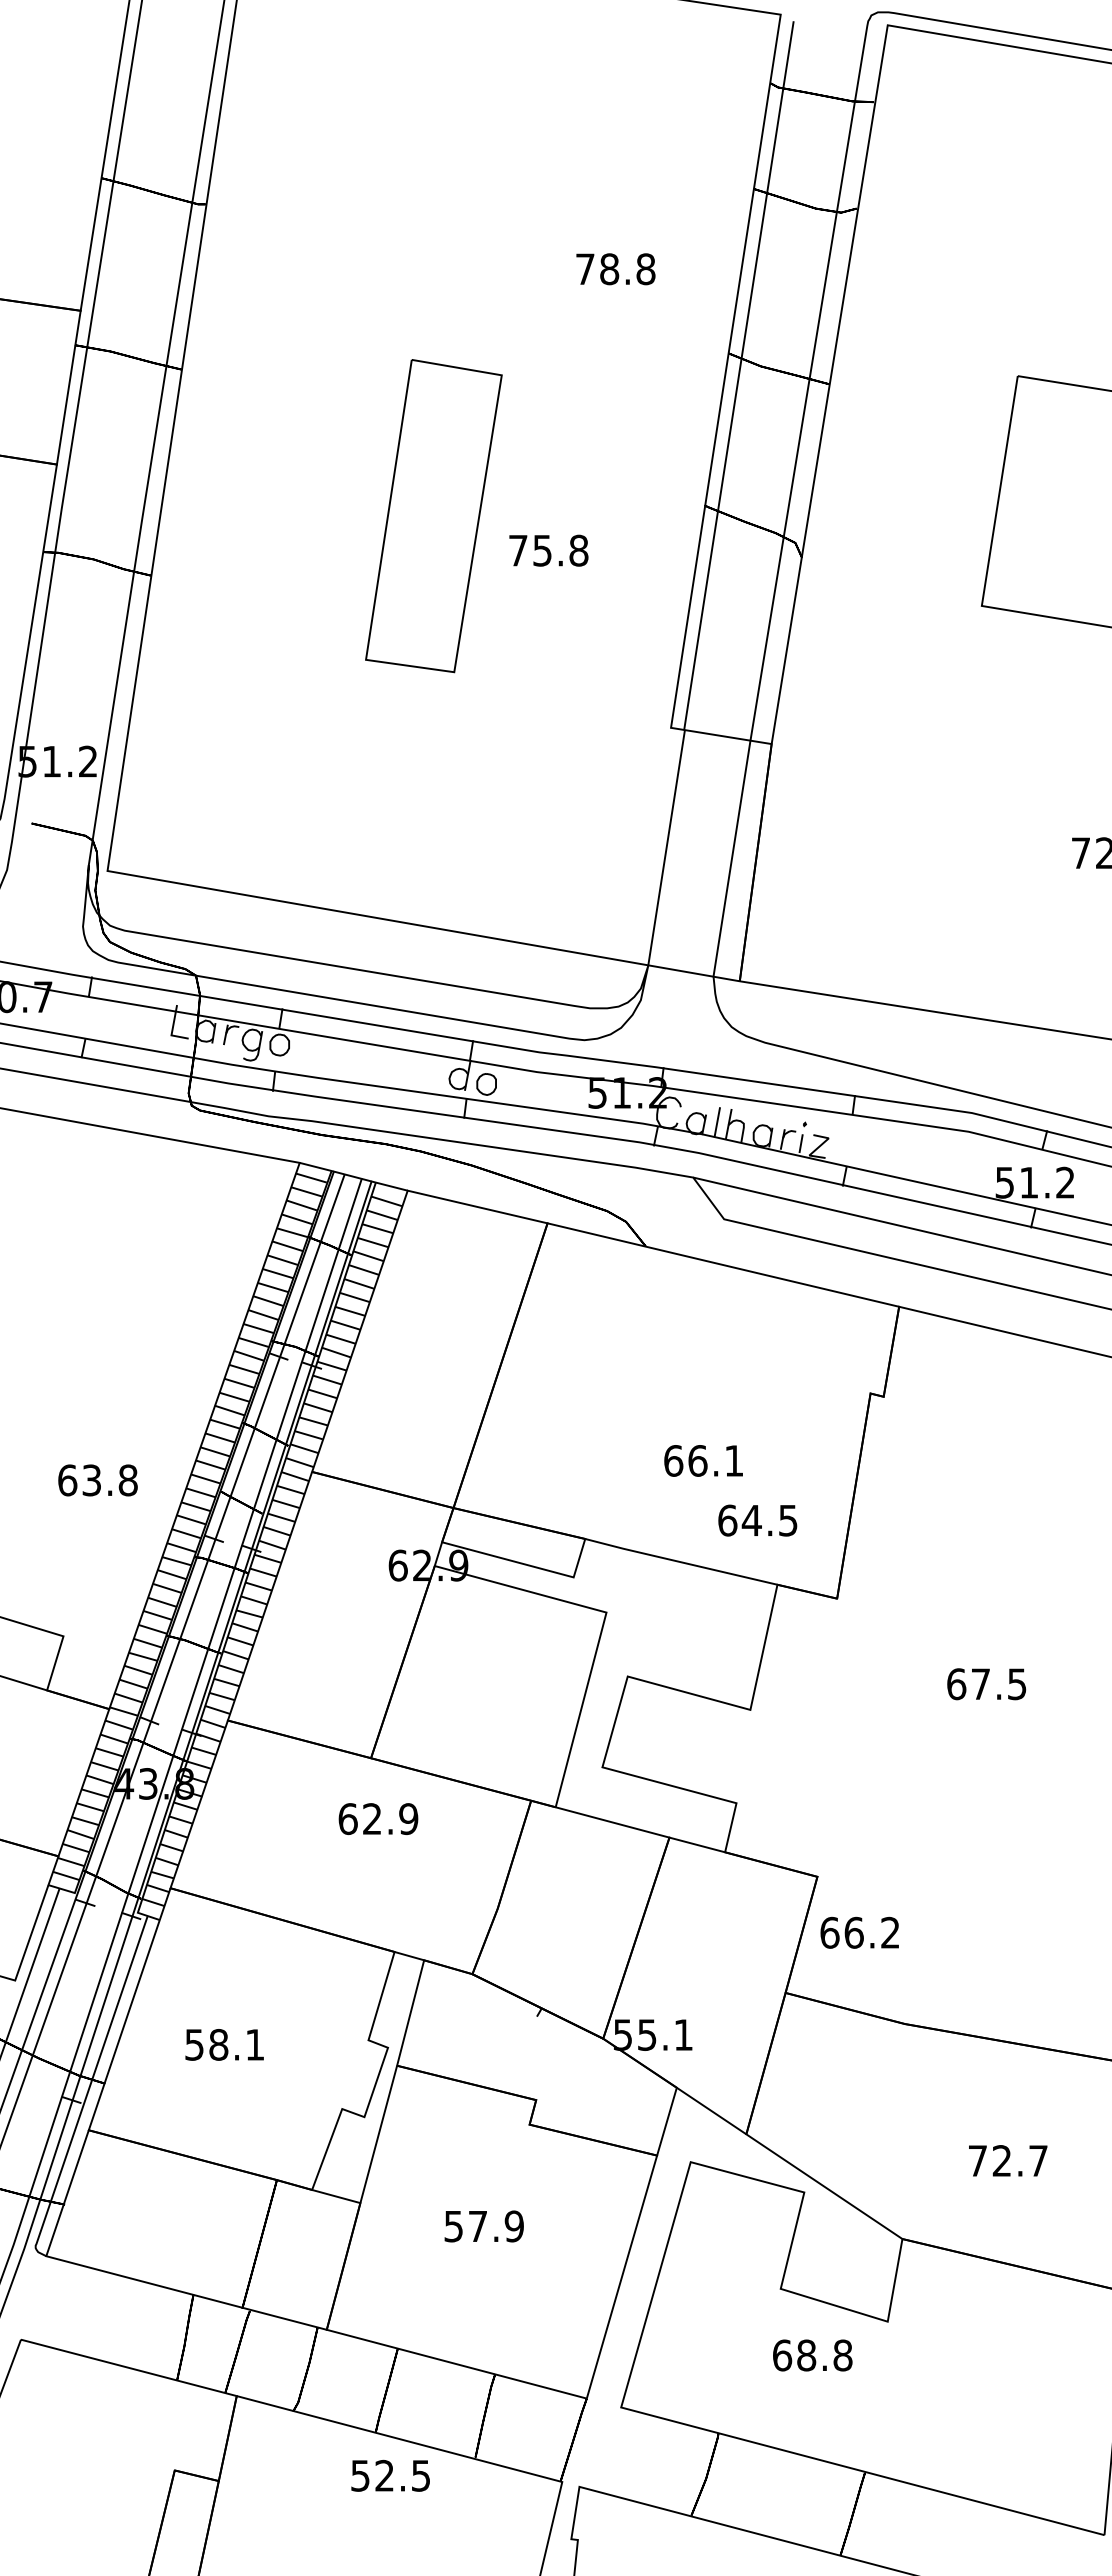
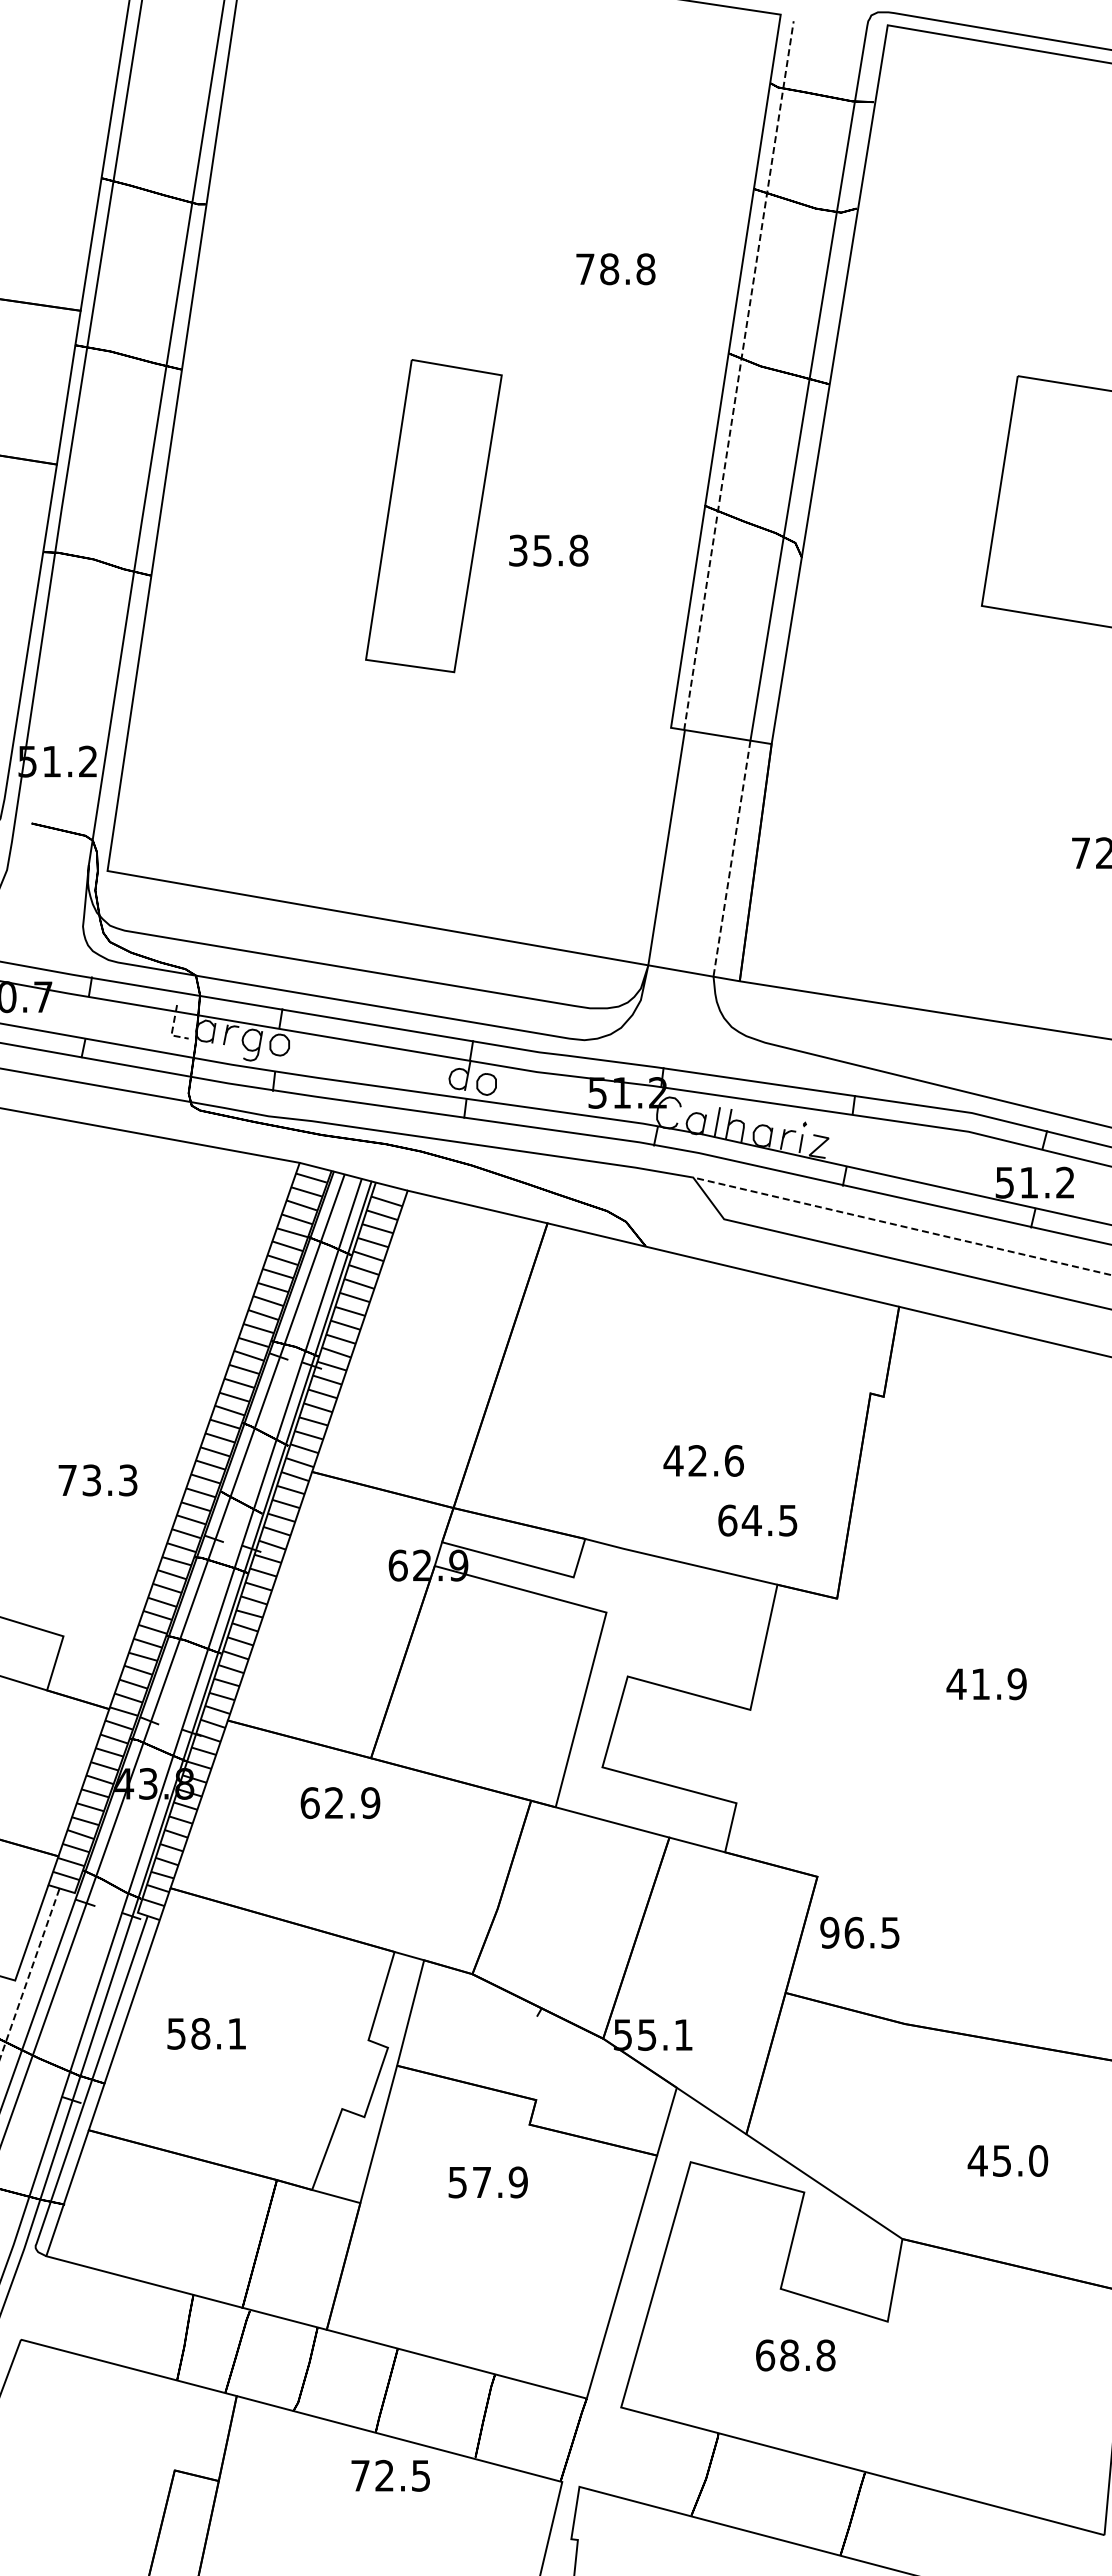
line at (738, 375): solid -> dashed
text at (518, 550): 75.8 -> 35.8
line at (731, 859): solid -> dashed
line at (172, 1029): solid -> dashed
line at (902, 1226): solid -> dashed
text at (703, 1460): 66.1 -> 42.6
text at (97, 1480): 63.8 -> 73.3
text at (986, 1684): 67.5 -> 41.9
text at (378, 1818) position: (378, 1818) -> (340, 1802)
text at (859, 1932): 66.2 -> 96.5
line at (29, 1973): solid -> dashed
text at (224, 2044) position: (224, 2044) -> (206, 2033)
text at (1007, 2160): 72.7 -> 45.0
text at (483, 2226) position: (483, 2226) -> (487, 2182)
text at (812, 2355) position: (812, 2355) -> (795, 2355)
text at (360, 2475): 52.5 -> 72.5
